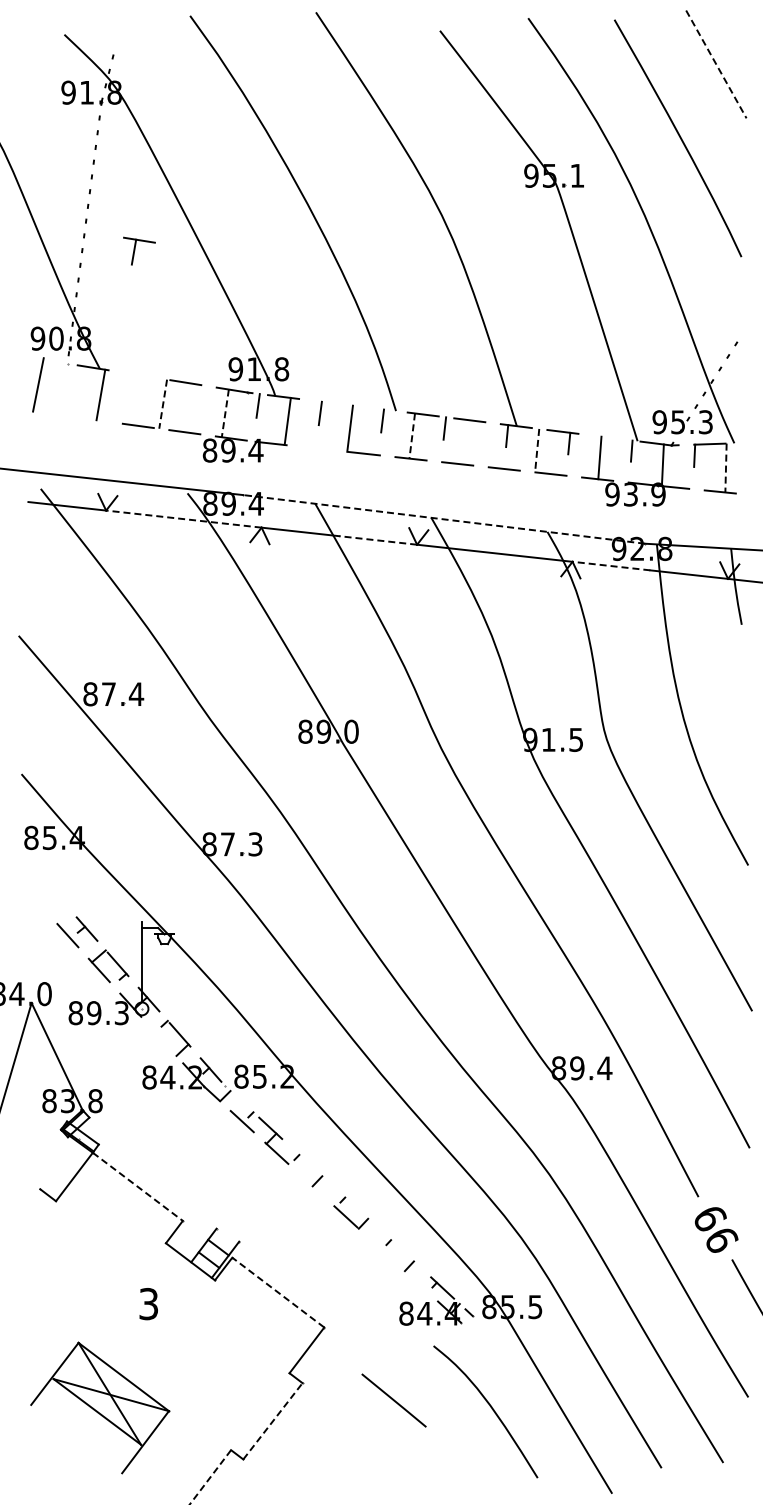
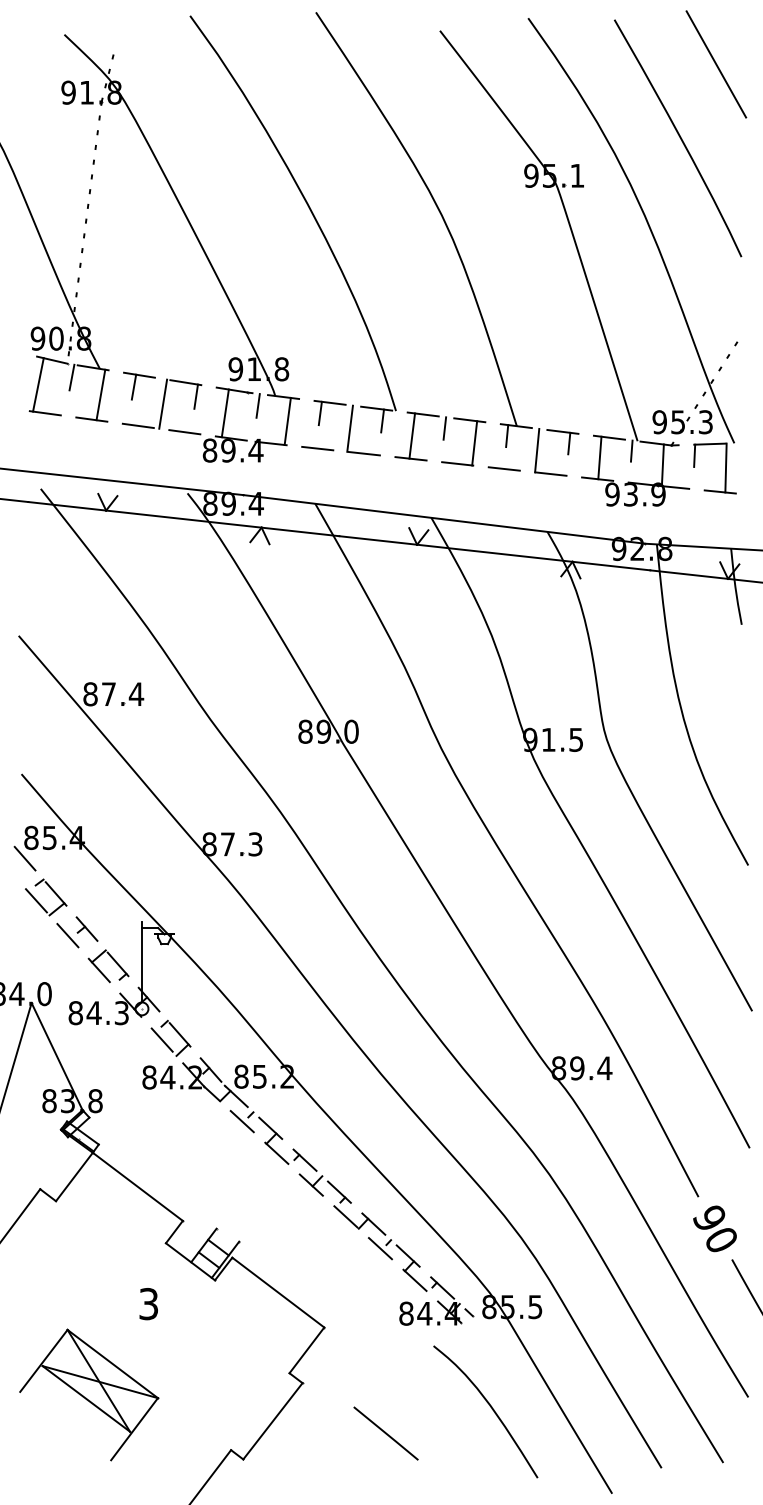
line at (716, 64): dashed -> solid
part at (139, 250) position: (139, 250) -> (139, 385)
line at (52, 359): none -> present
line at (71, 377): none -> present
line at (195, 396): none -> present
line at (329, 402): none -> present
line at (163, 404): dashed -> solid
line at (376, 408): none -> present
line at (44, 413): none -> present
line at (225, 413): dashed -> solid
line at (91, 419): none -> present
line at (412, 436): dashed -> solid
line at (608, 437): none -> present
line at (474, 443): none -> present
line at (317, 448): none -> present
line at (537, 450): dashed -> solid
line at (725, 468): dashed -> solid
line at (15, 500): none -> present
line at (183, 519): dashed -> solid
line at (443, 519): dashed -> solid
line at (377, 540): dashed -> solid
line at (610, 566): dashed -> solid
line at (24, 858): none -> present
part at (52, 891): none -> present
text at (93, 1013): 89.3 -> 84.3
line at (161, 1039): none -> present
line at (235, 1096): none -> present
line at (304, 1159): none -> present
line at (310, 1184): none -> present
line at (138, 1187): dashed -> solid
line at (338, 1191): none -> present
line at (21, 1214): none -> present
line at (373, 1223): none -> present
text at (715, 1228): 66 -> 90
line at (379, 1248): none -> present
line at (407, 1255): none -> present
line at (414, 1279): none -> present
line at (278, 1292): dashed -> solid
line at (393, 1400) position: (393, 1400) -> (385, 1433)
part at (100, 1407) position: (100, 1407) -> (89, 1394)
line at (273, 1420): dashed -> solid
line at (210, 1477): dashed -> solid
